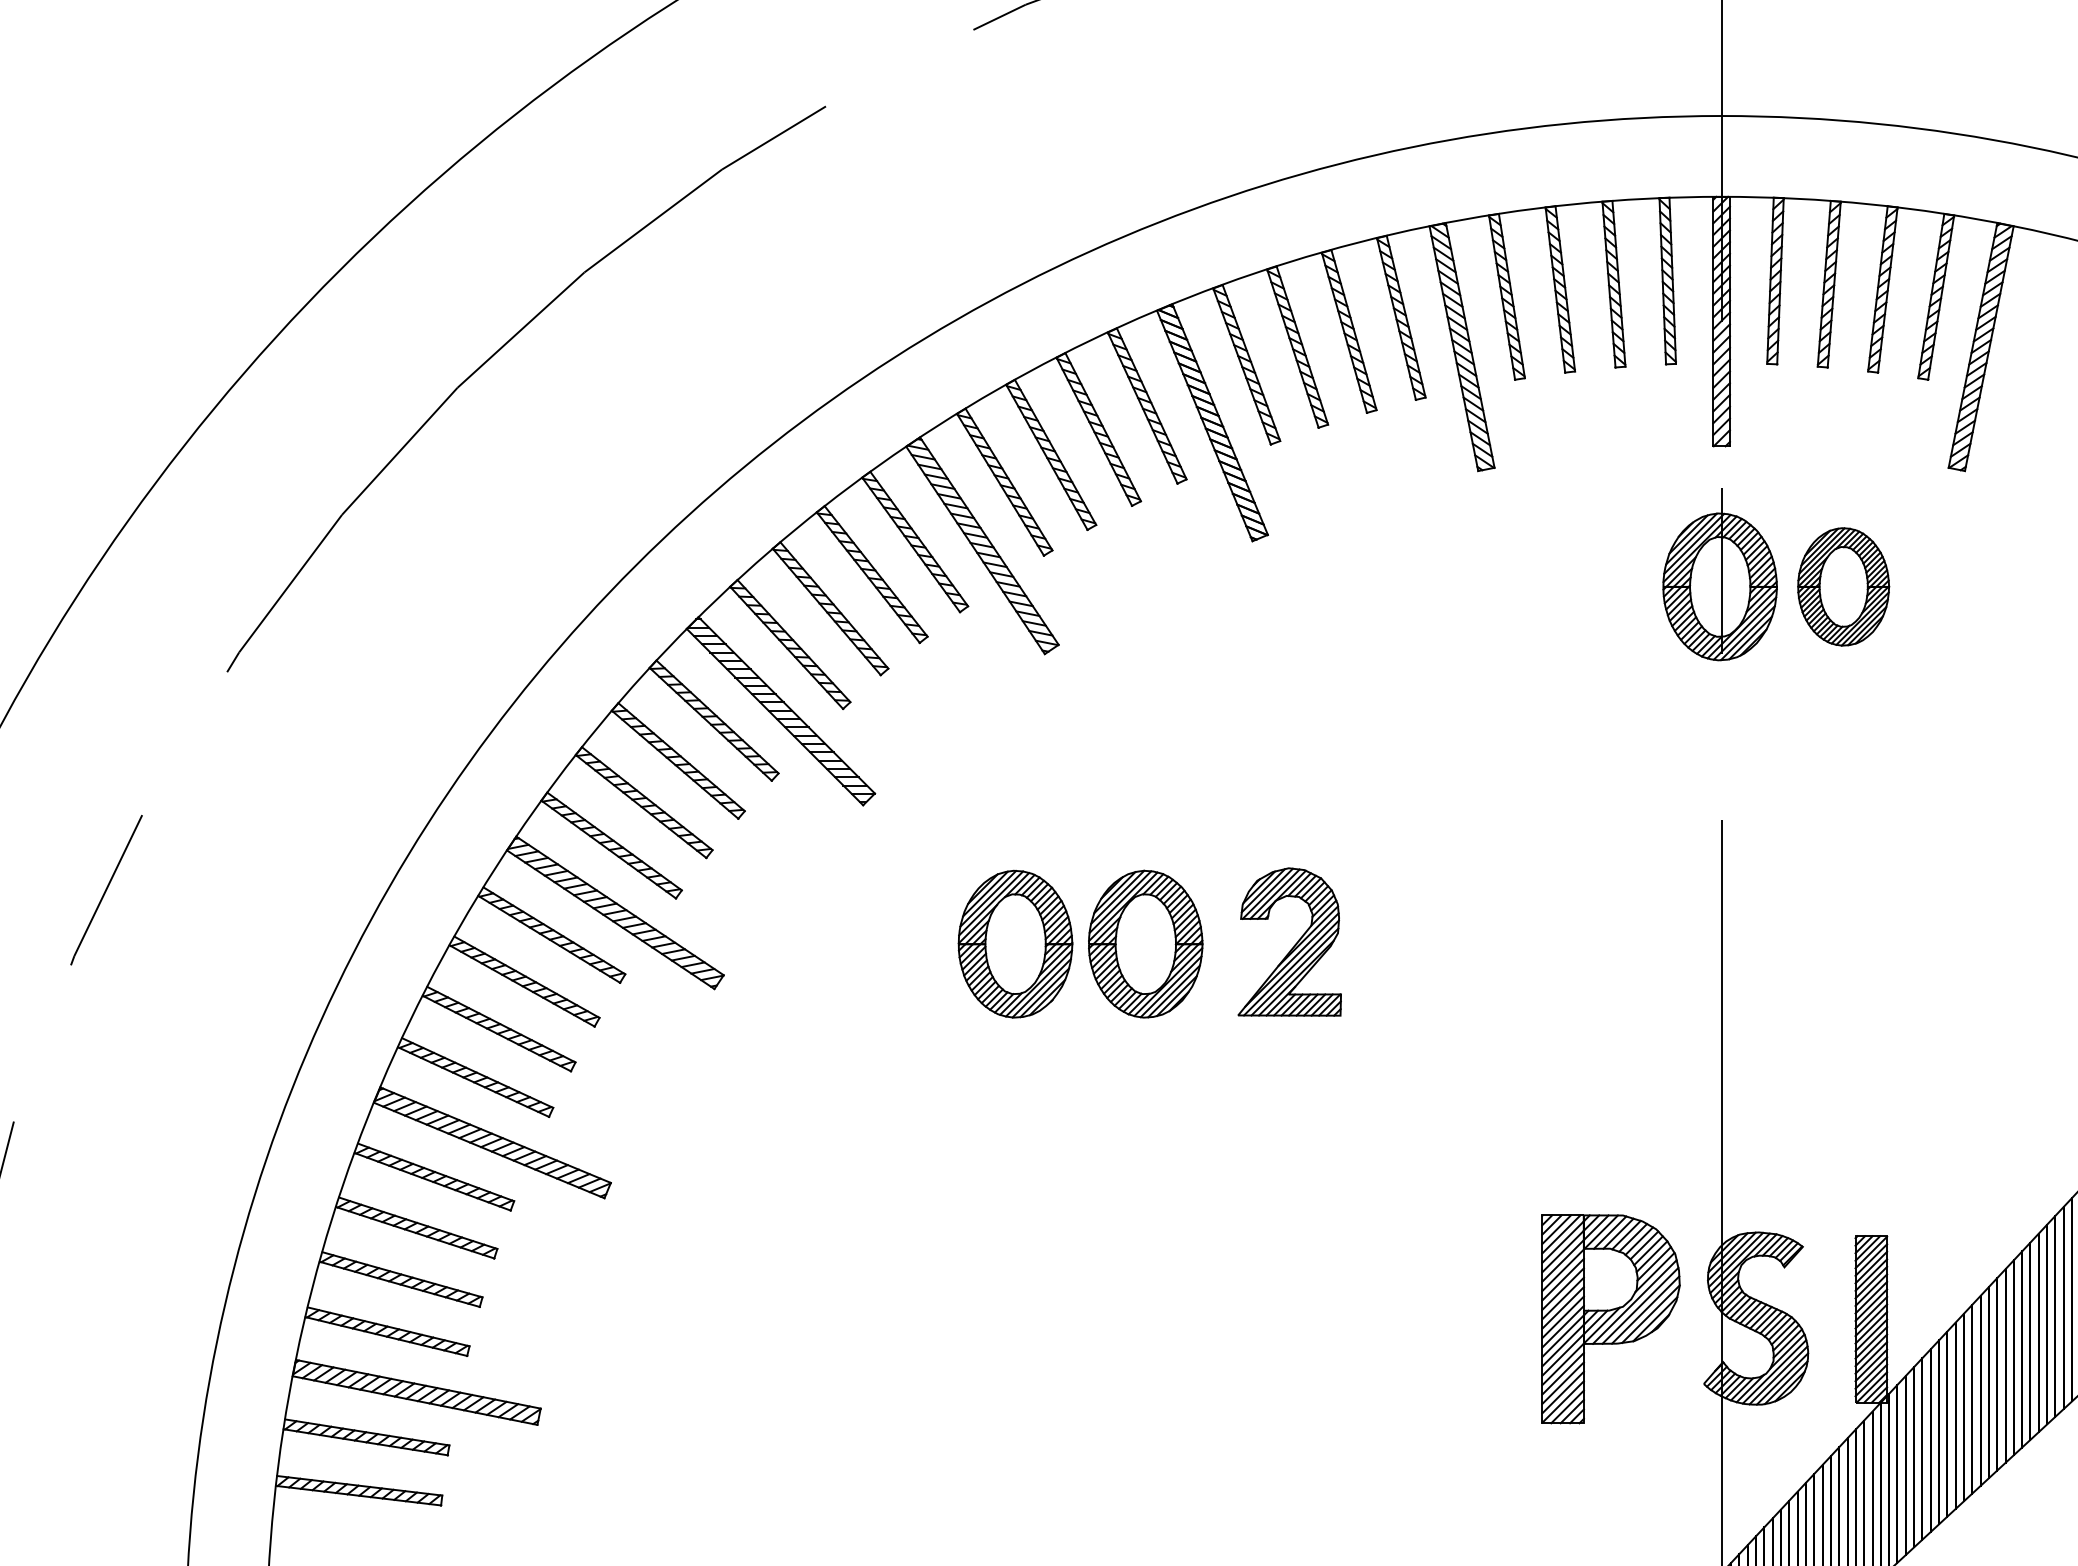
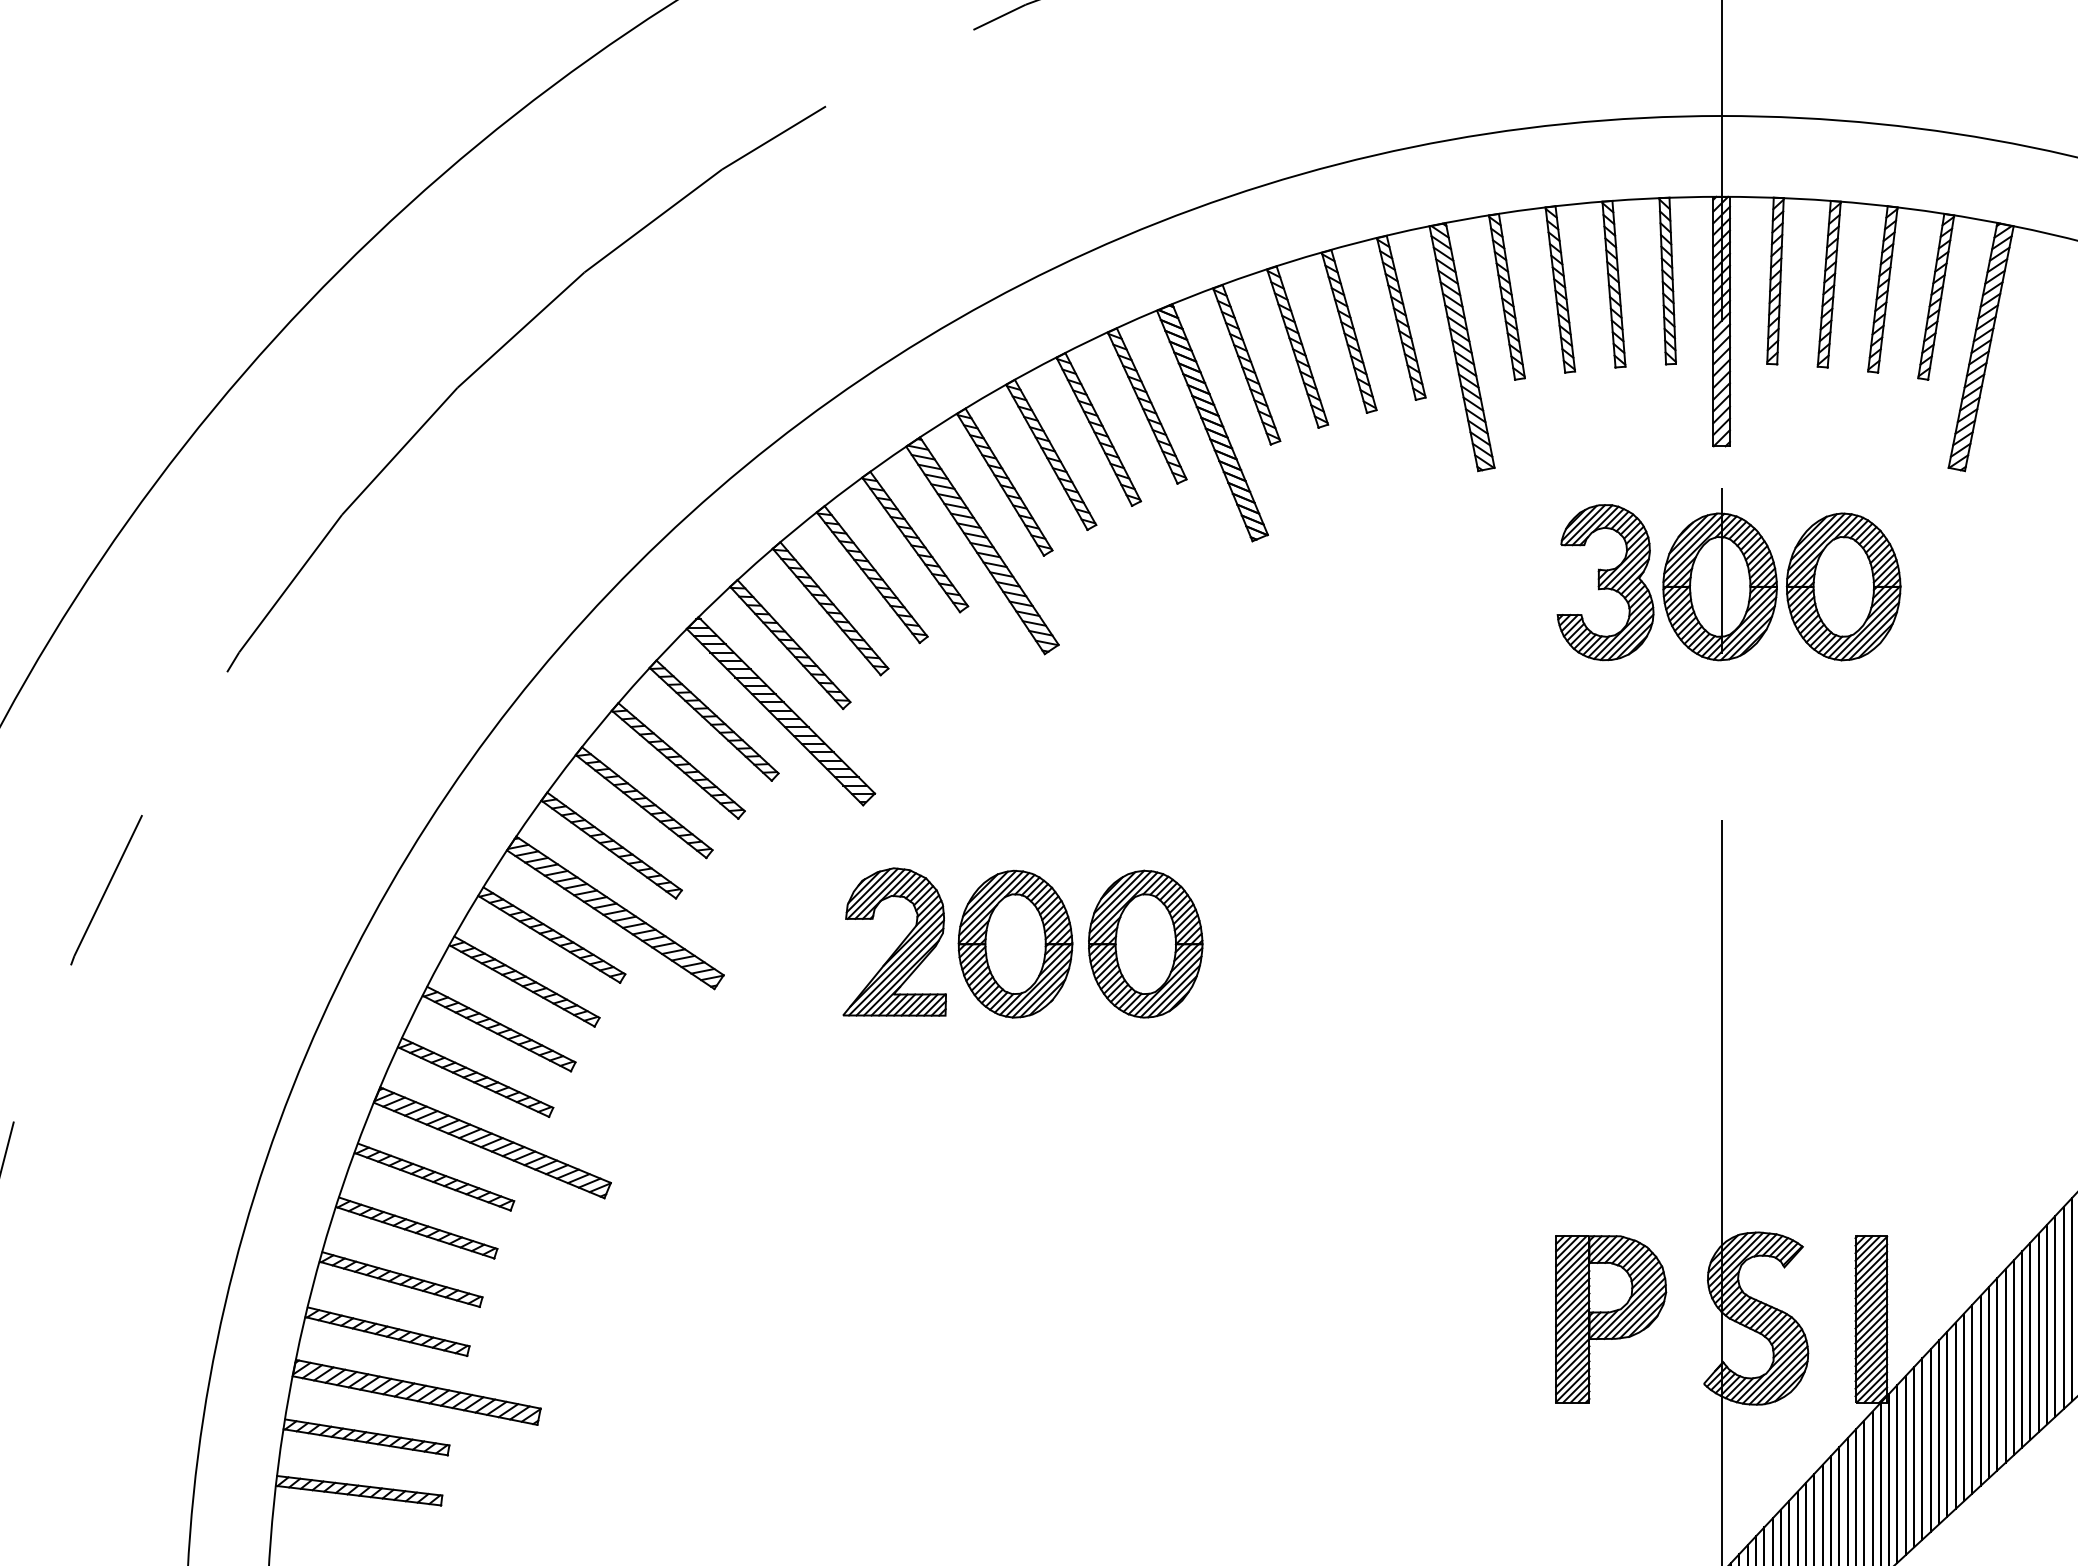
part at (1605, 582): none -> present
part at (1843, 586) size: 94x120 px -> 117x150 px
part at (1289, 941) position: (1289, 941) -> (894, 941)
part at (1610, 1319) size: 140x211 px -> 113x169 px
